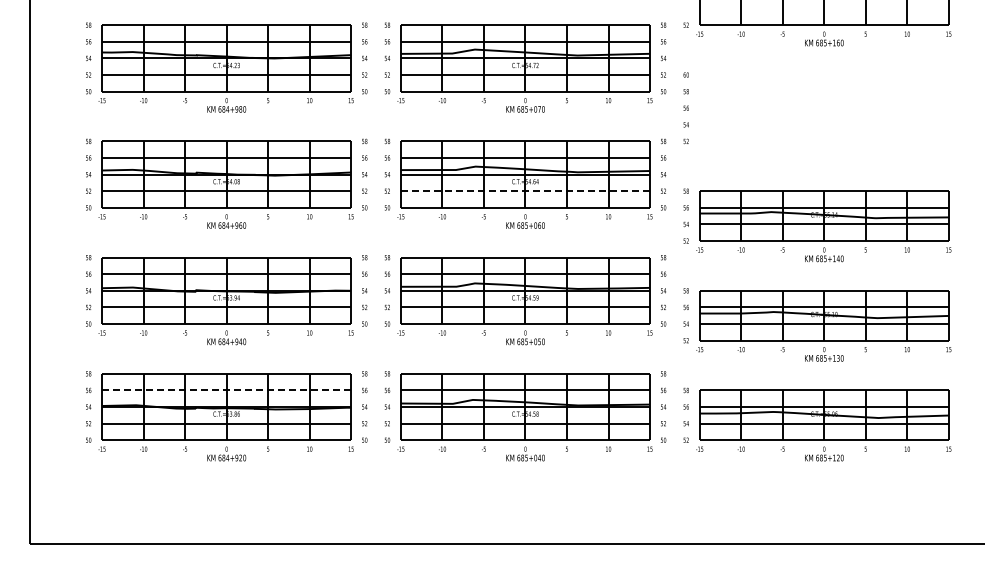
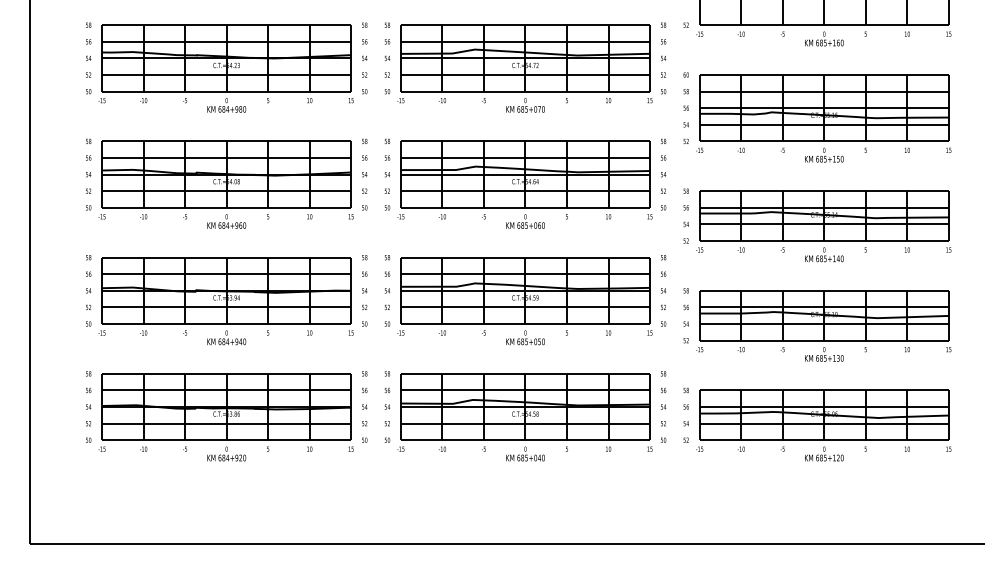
part at (823, 118): none -> present
line at (525, 191): dashed -> solid
line at (226, 390): dashed -> solid
